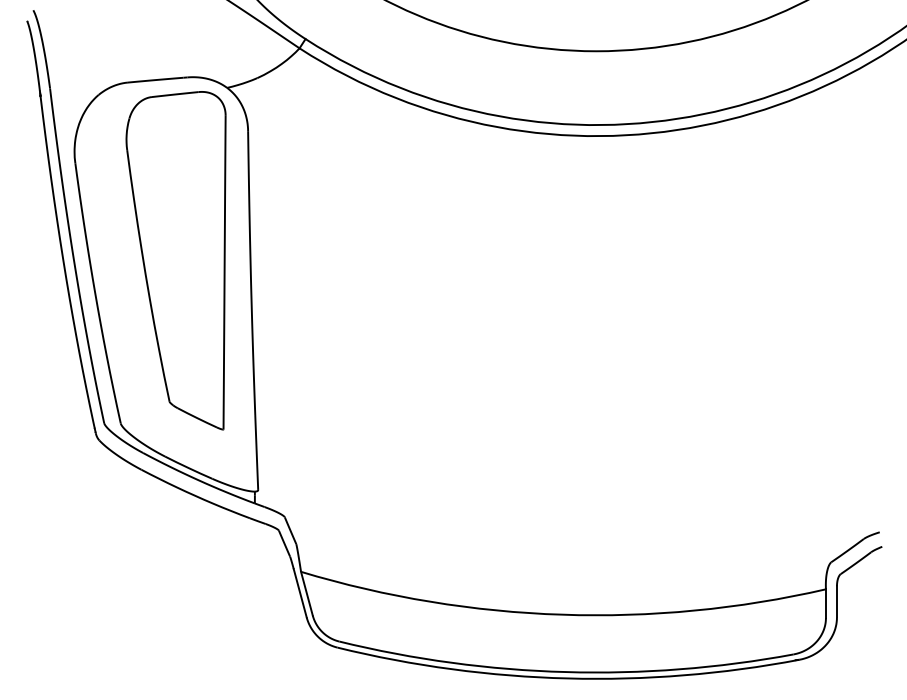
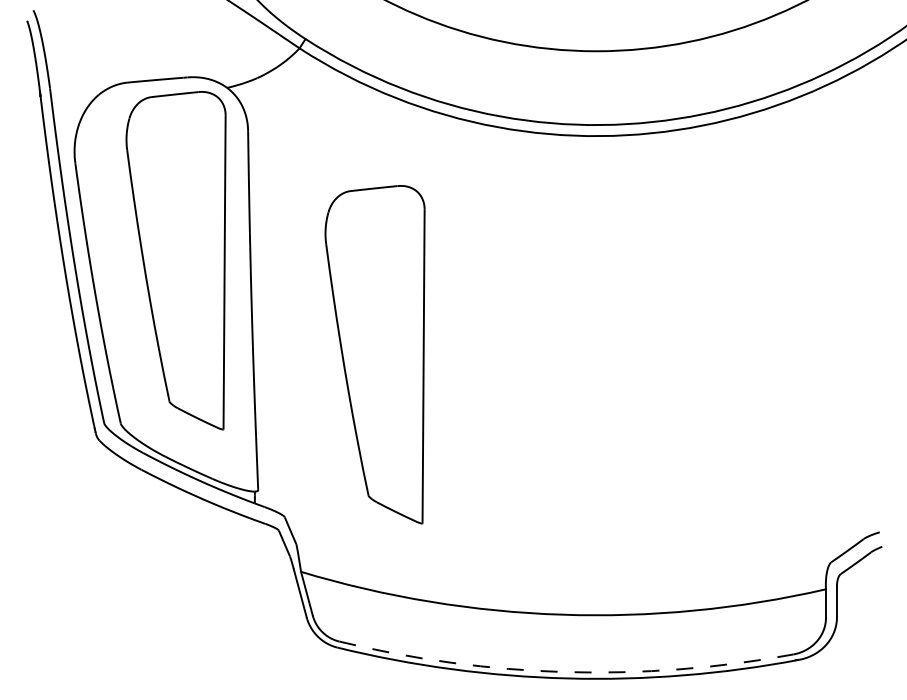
part at (374, 354): none -> present
arc at (565, 672): solid -> dashed
